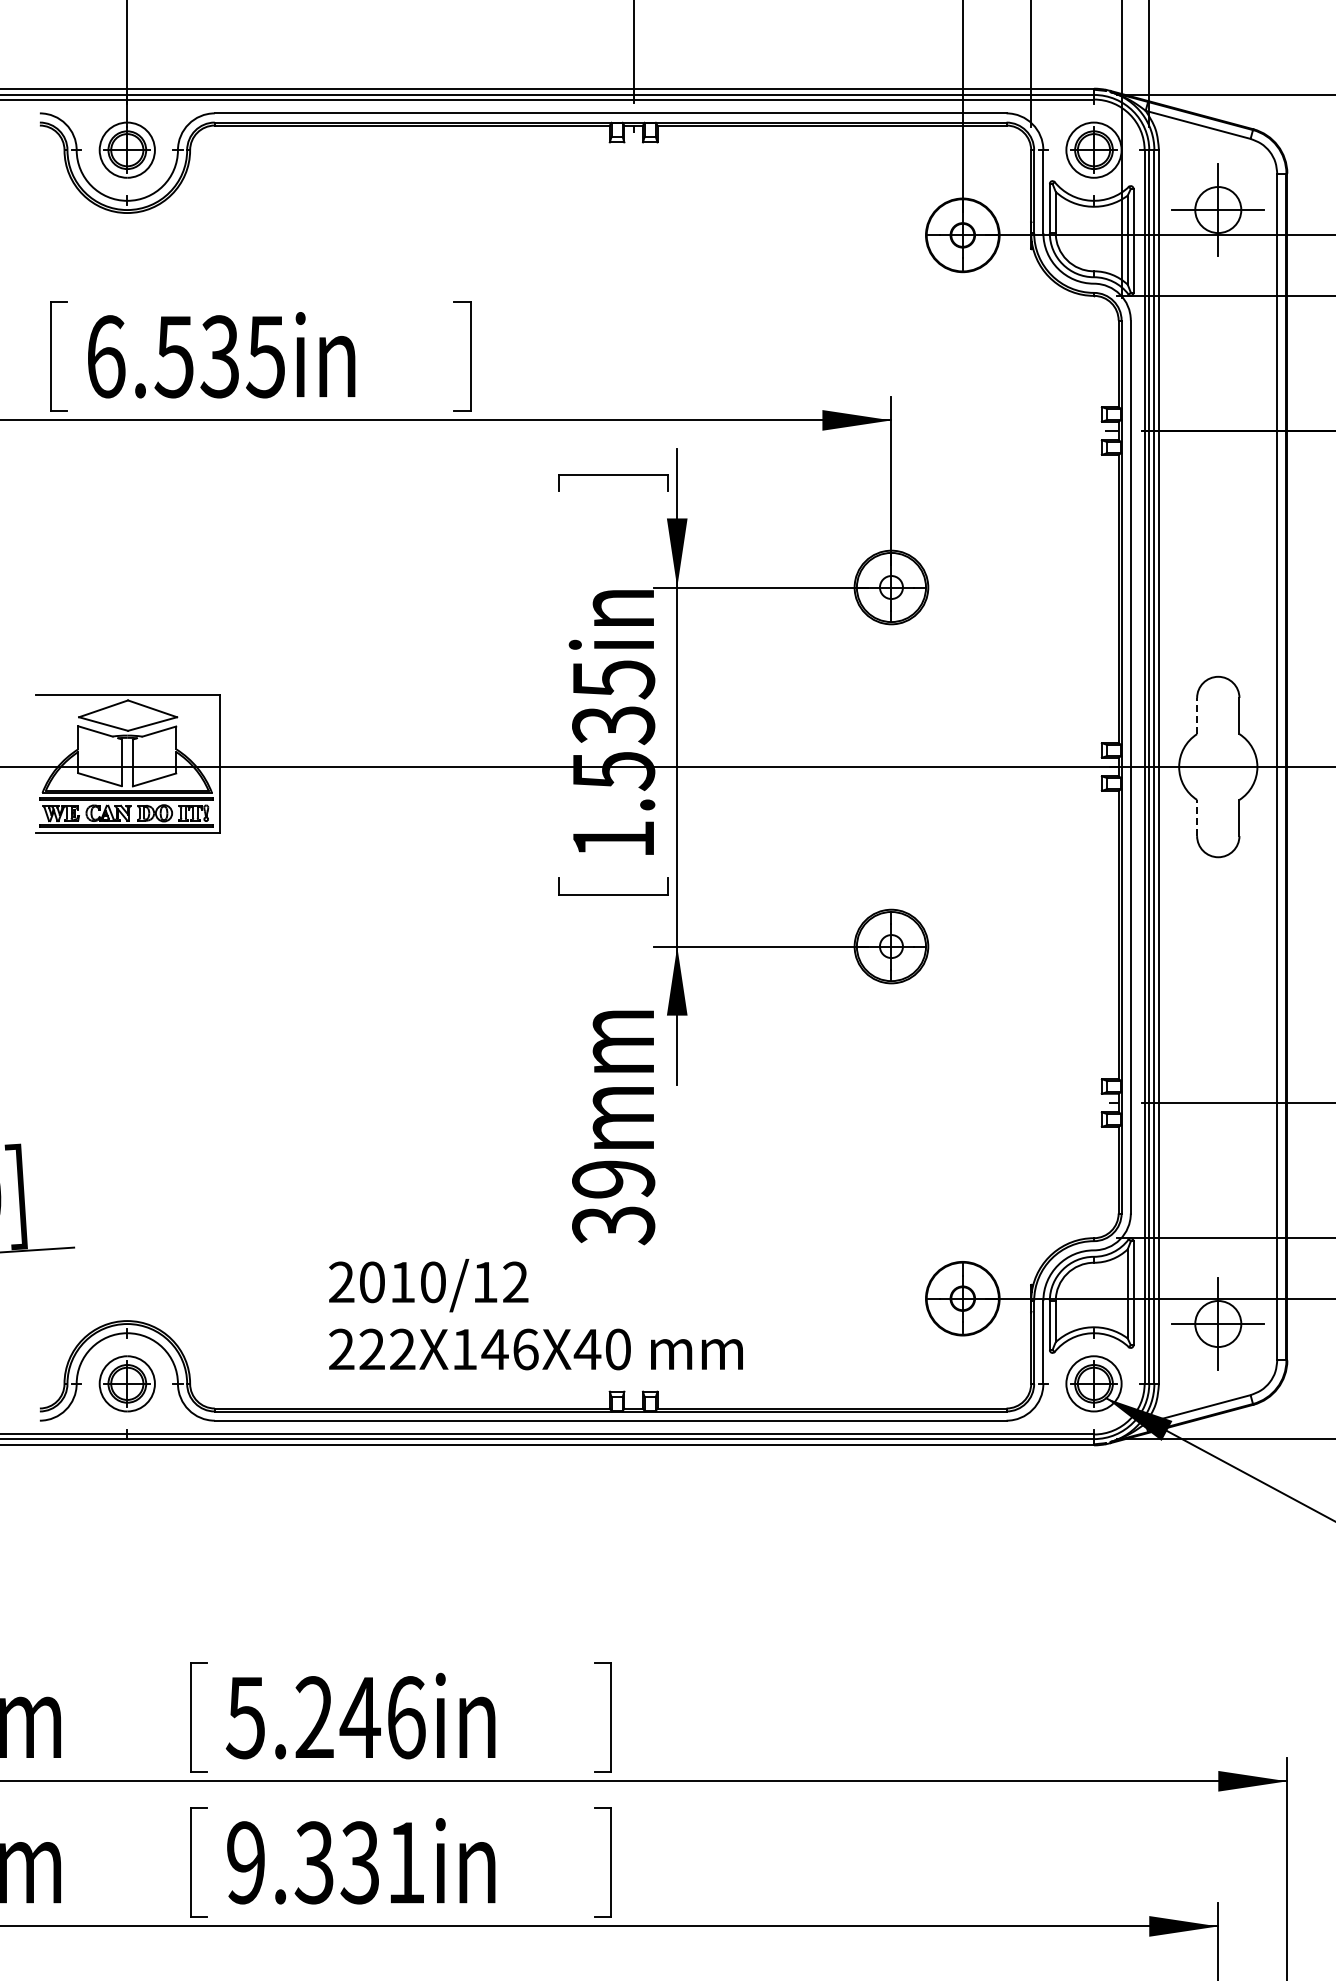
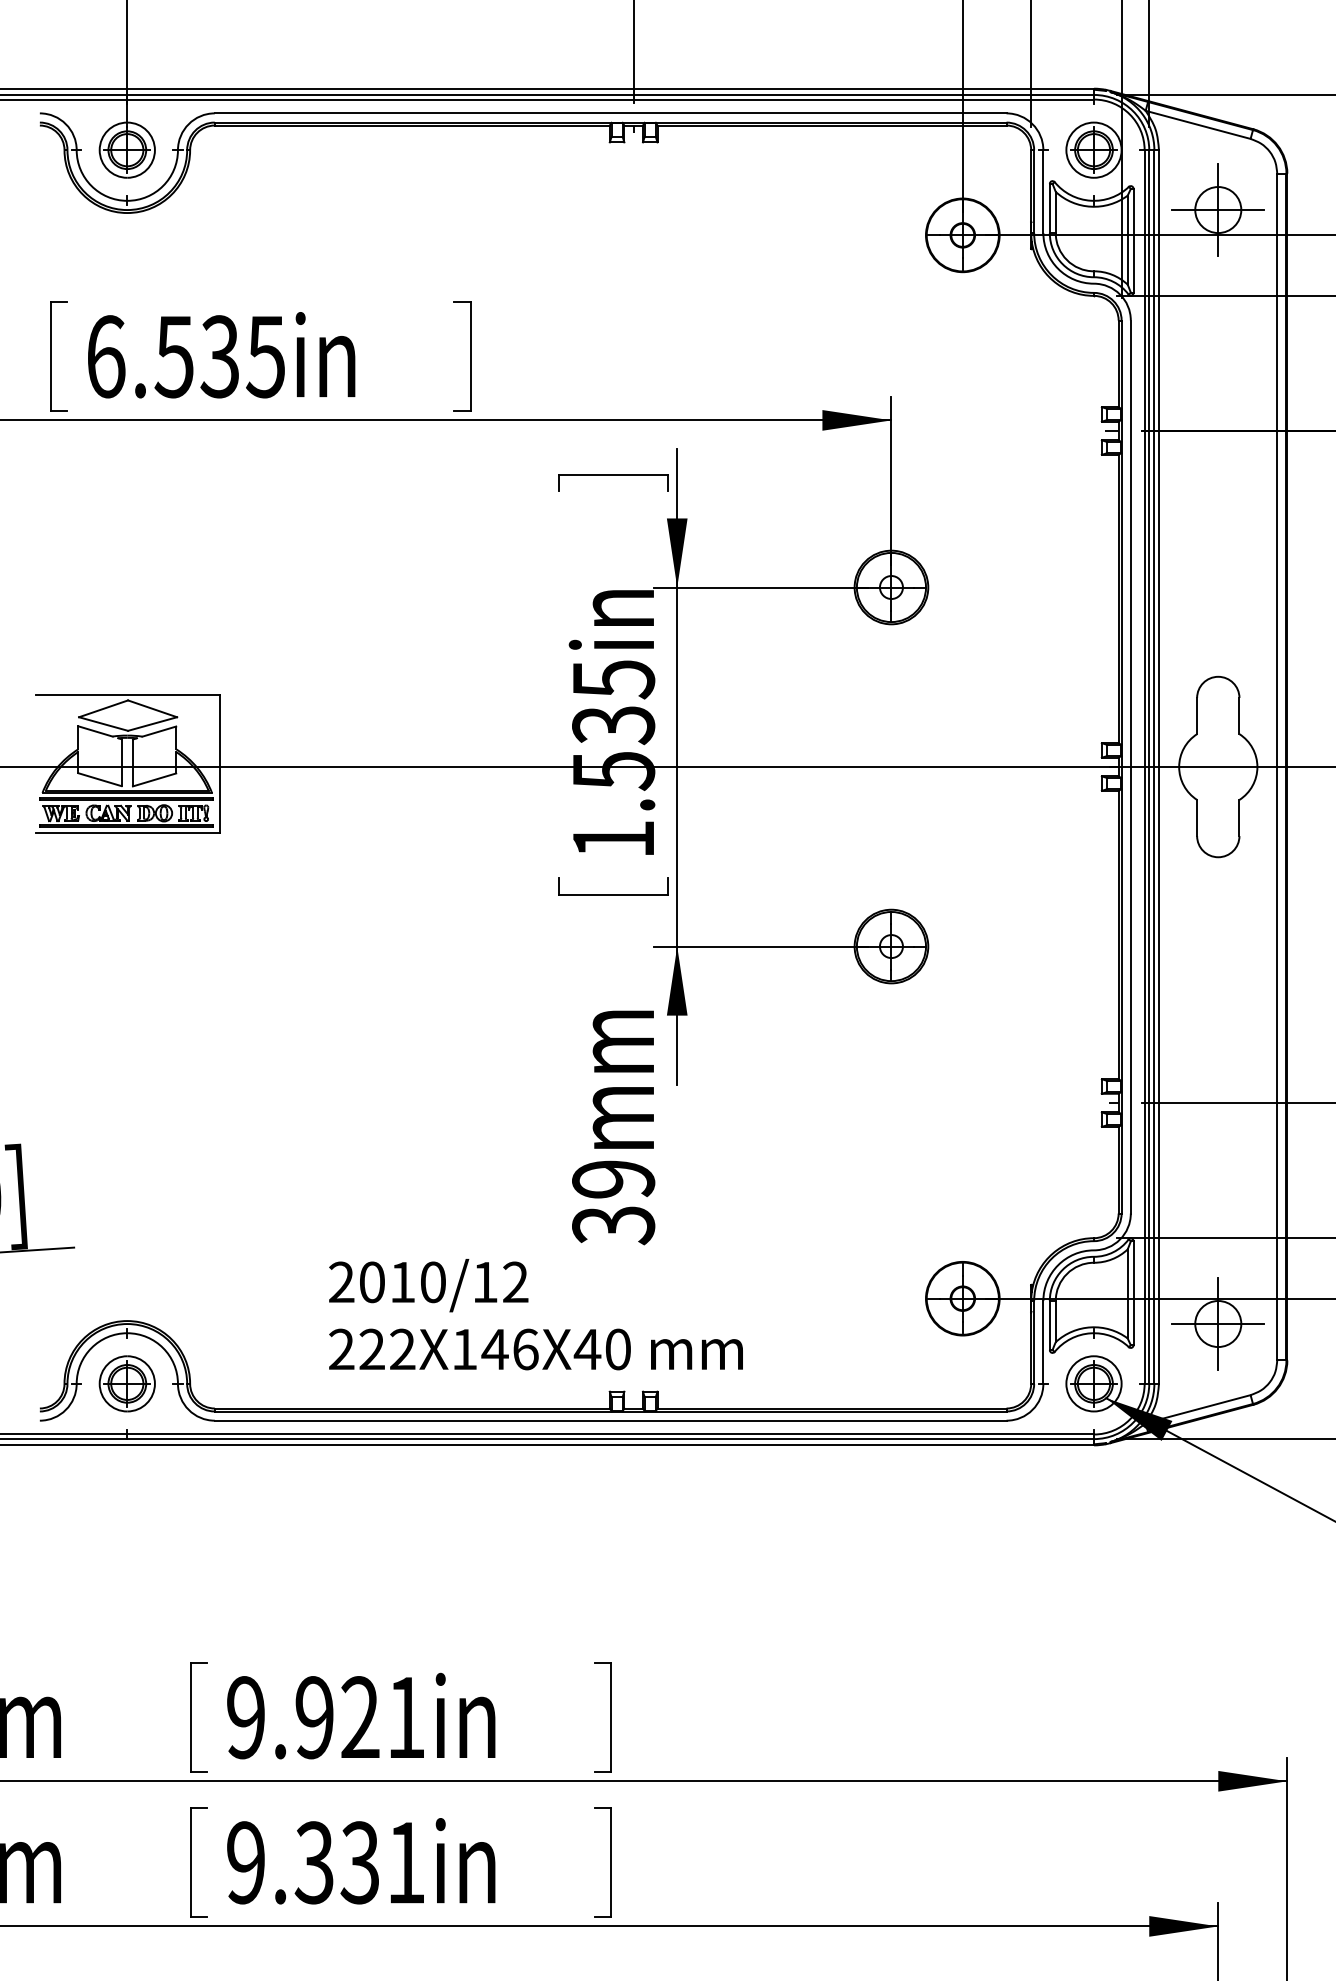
line at (1197, 715): dashed -> solid
line at (1197, 817): dashed -> solid
text at (325, 1717): 5.246in -> 9.921in
